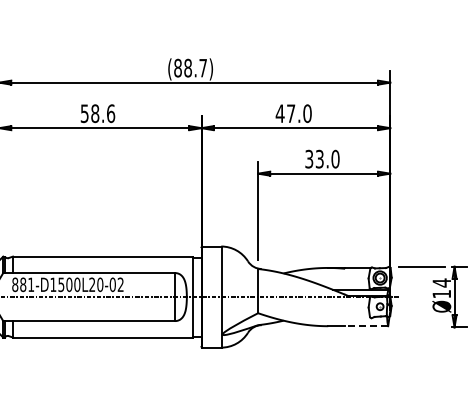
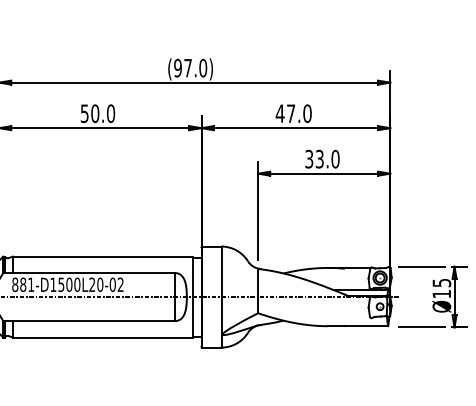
text at (190, 67): (88.7) -> (97.0)
text at (103, 113): 58.6 -> 50.0
text at (441, 282): Ø14 -> Ø15
line at (366, 326): dashed -> solid
line at (421, 327): none -> present
